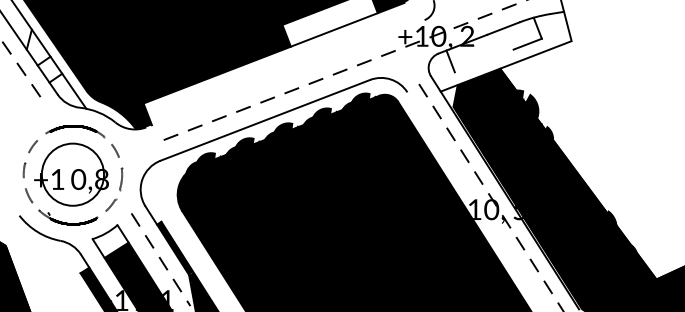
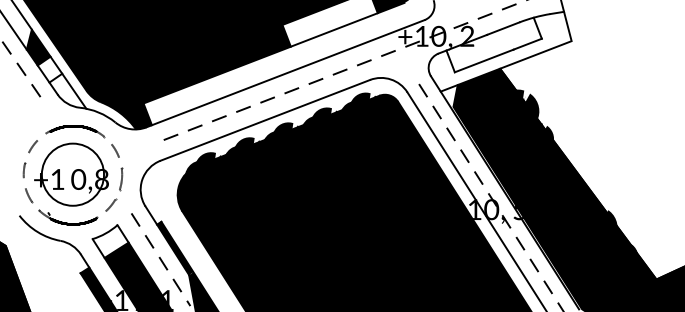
fill at (38, 47): none -> present
line at (483, 60): none -> present
line at (285, 73): none -> present
line at (475, 200): none -> present
